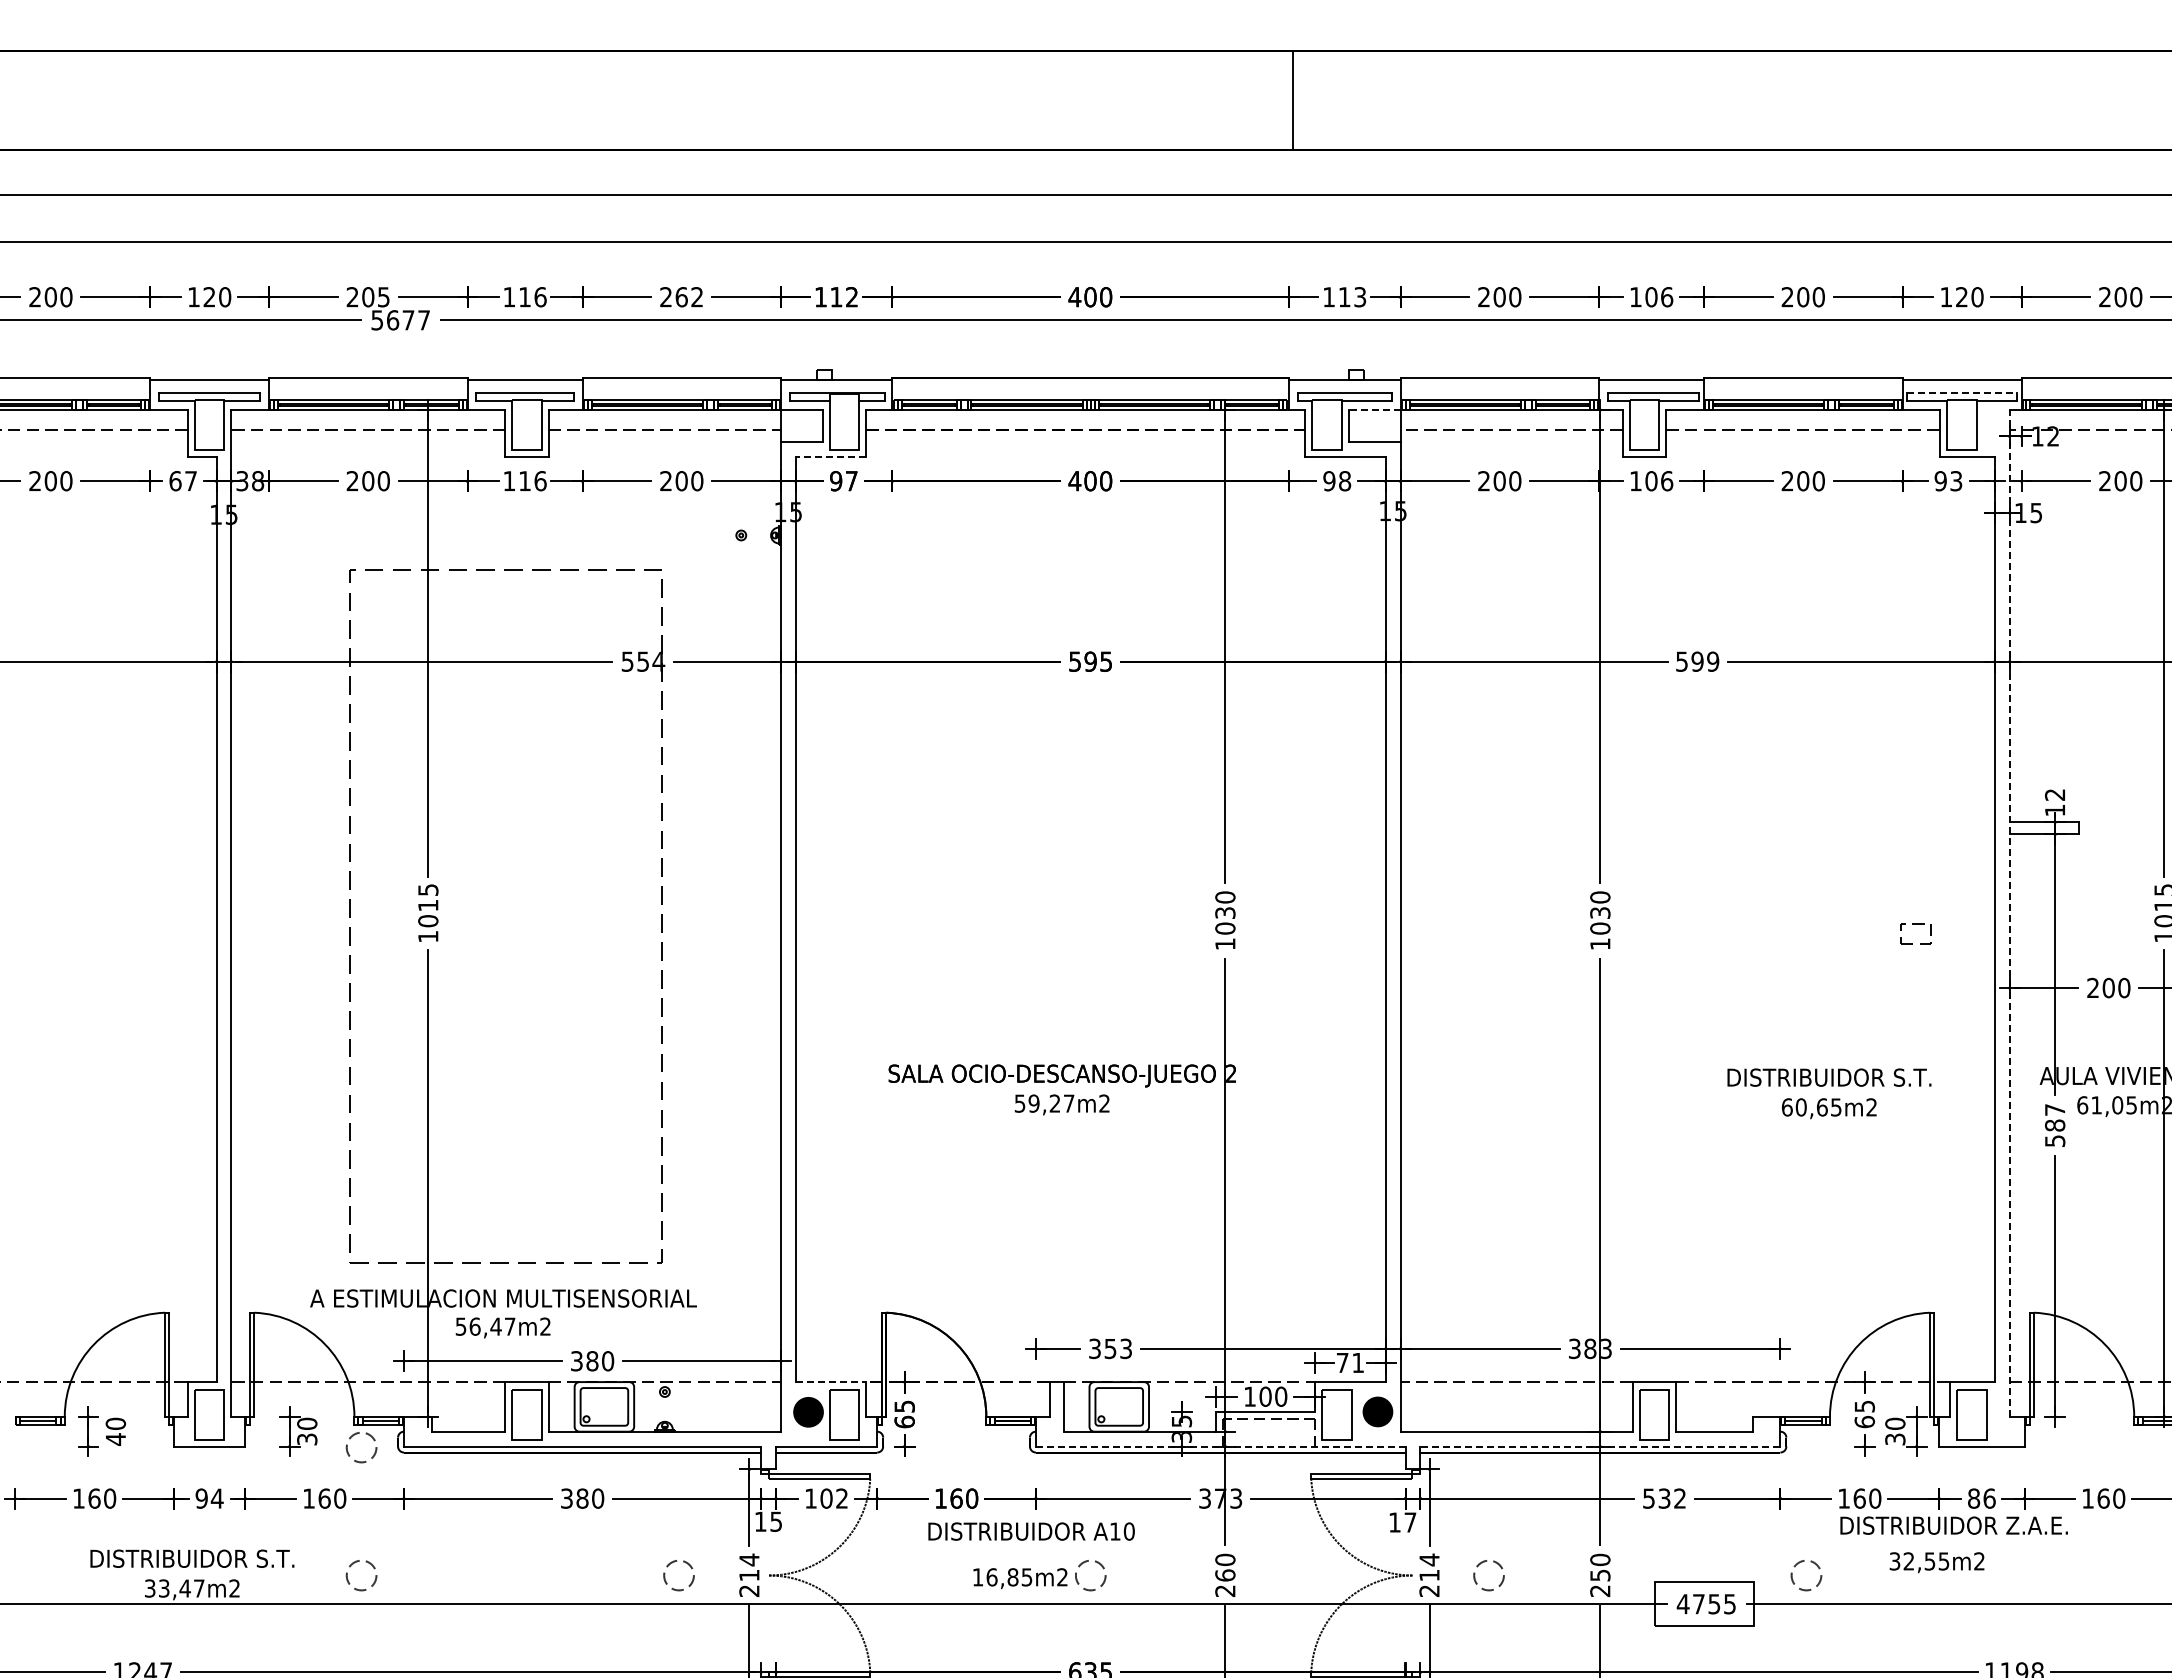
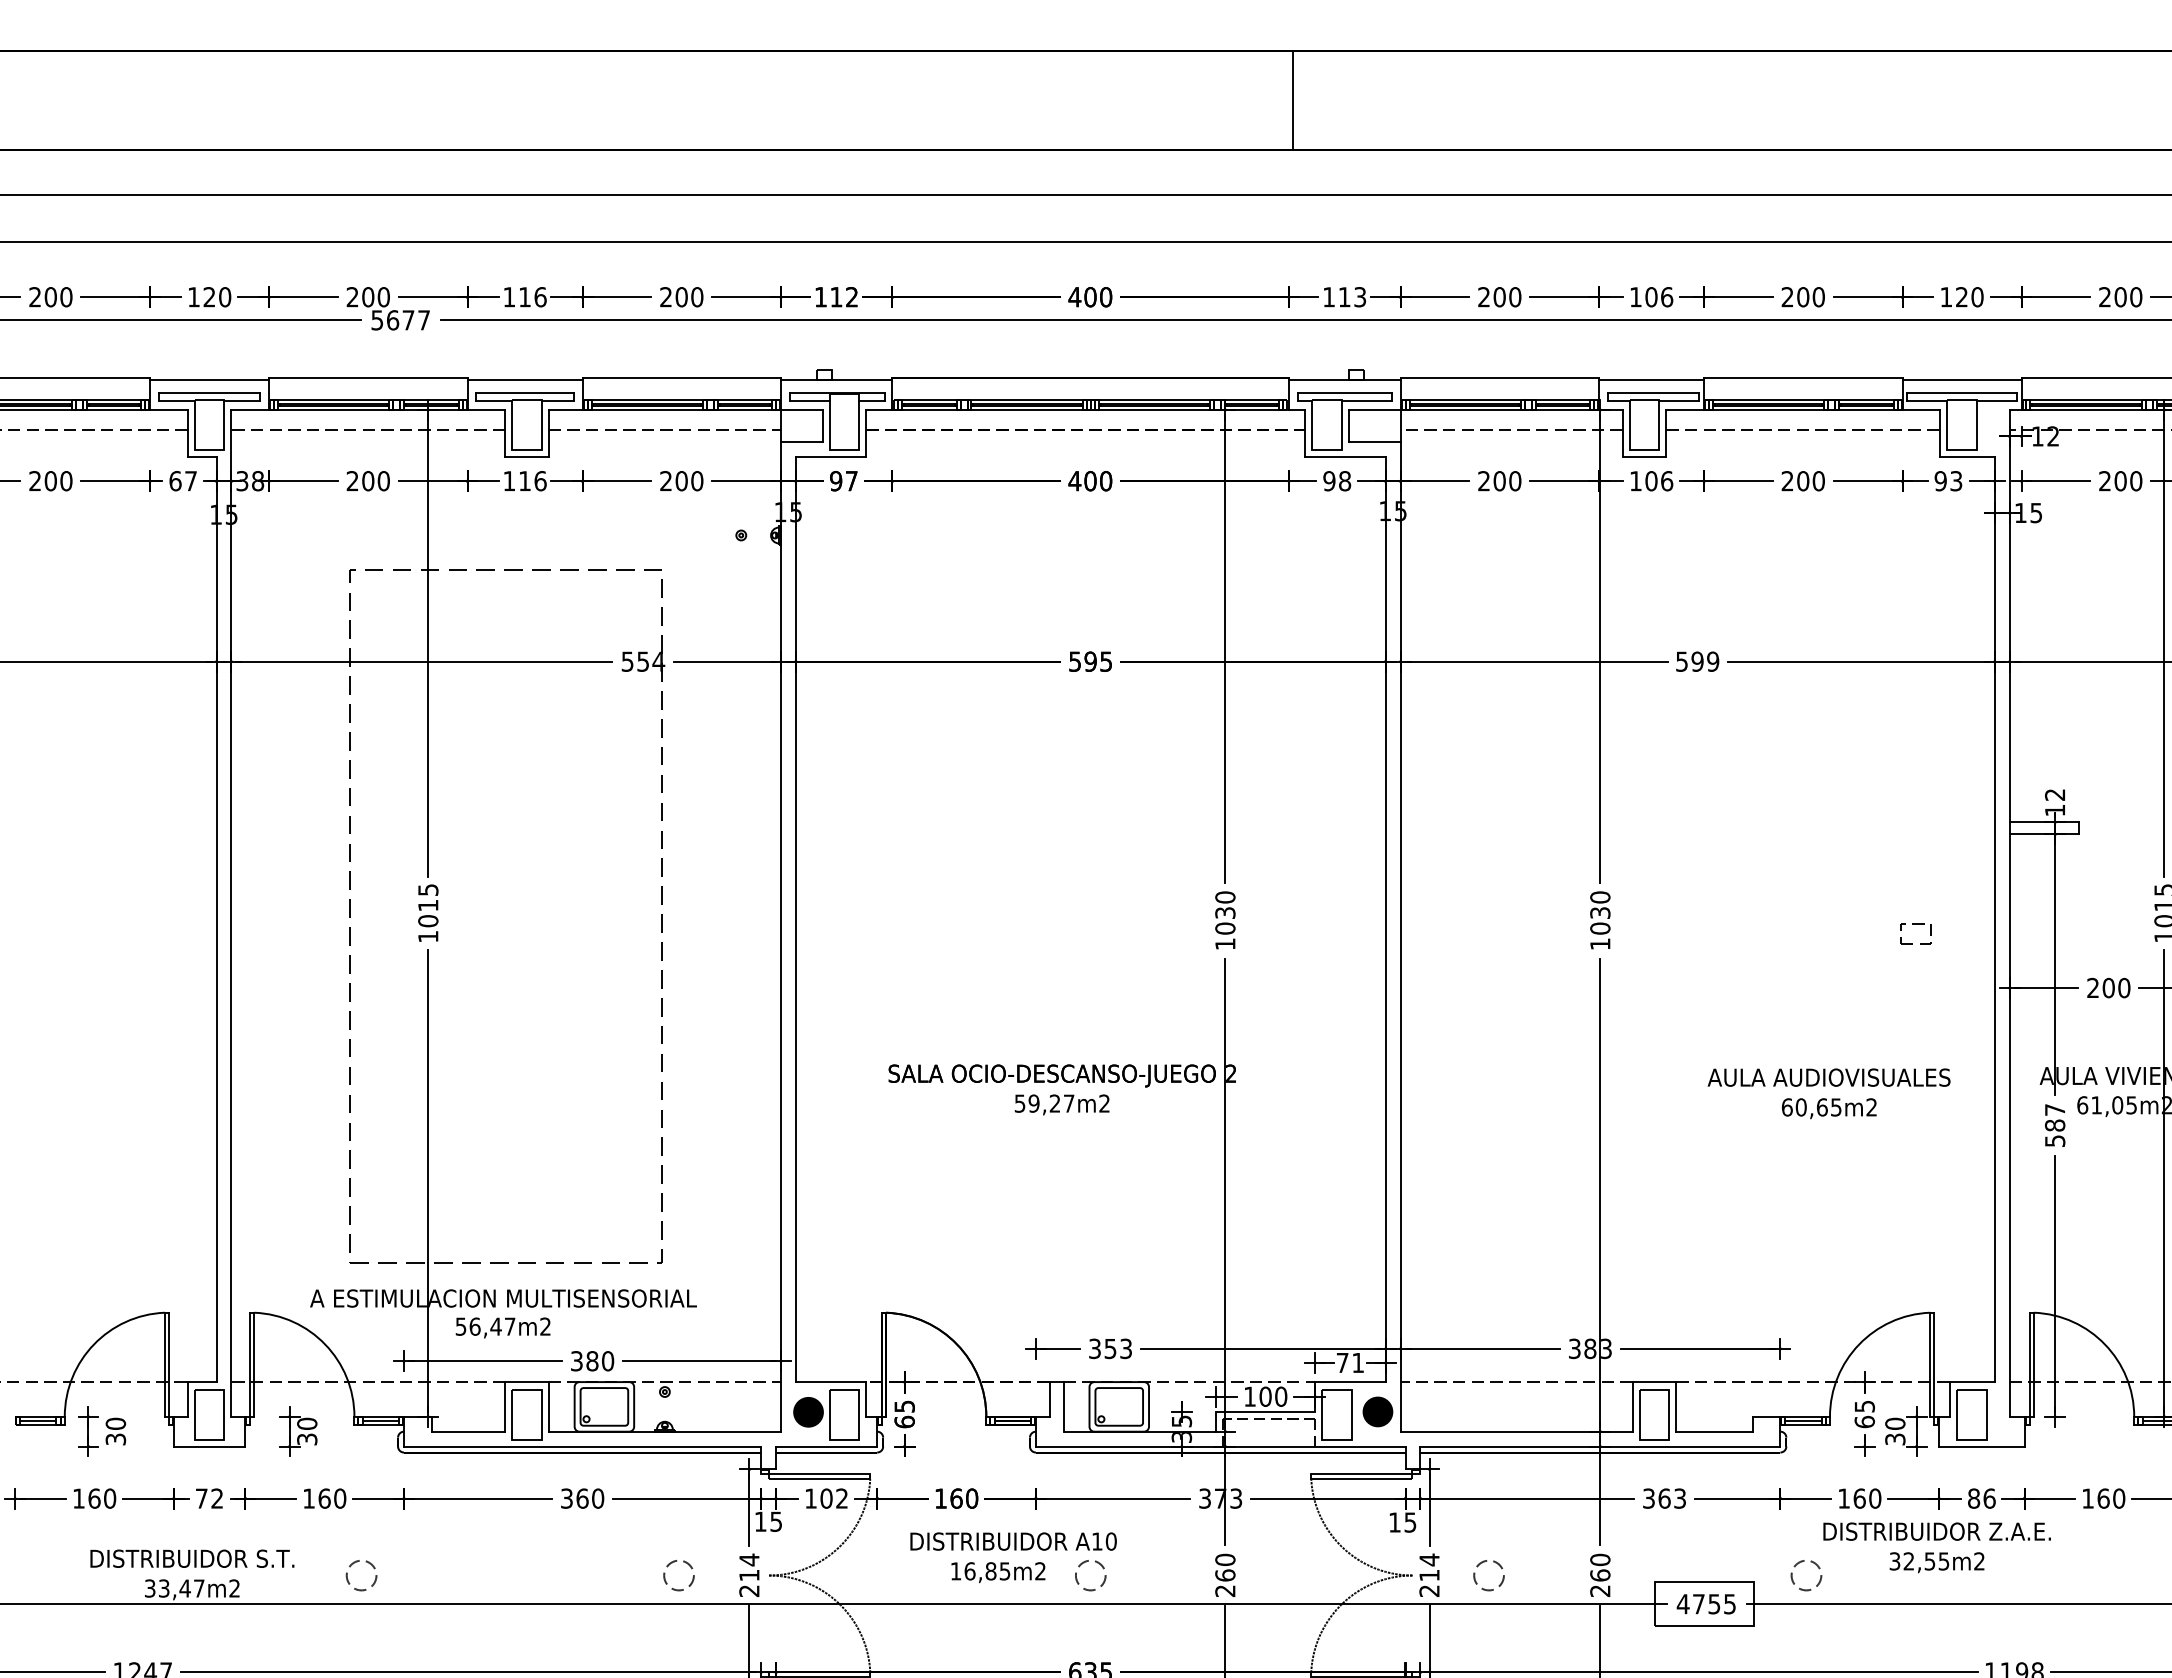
text at (383, 297): 205 -> 200
text at (689, 297): 262 -> 200
line at (1962, 393): dashed -> solid
line at (1374, 410): dashed -> solid
line at (830, 456): dashed -> solid
line at (2009, 912): dashed -> solid
text at (1828, 1077): DISTRIBUIDOR S.T. -> AULA AUDIOVISUALES
line at (831, 1382): dashed -> solid
text at (115, 1439): 40 -> 30
line at (1220, 1446): dashed -> solid
line at (1600, 1446): dashed -> solid
circle at (361, 1447): present -> none
text at (209, 1498): 94 -> 72
text at (582, 1498): 380 -> 360
text at (1664, 1498): 532 -> 363
text at (1410, 1522): 17 -> 15
text at (1953, 1525) position: (1953, 1525) -> (1936, 1531)
text at (1031, 1531) position: (1031, 1531) -> (1013, 1541)
text at (1600, 1575): 250 -> 260
text at (1020, 1578) position: (1020, 1578) -> (998, 1572)
